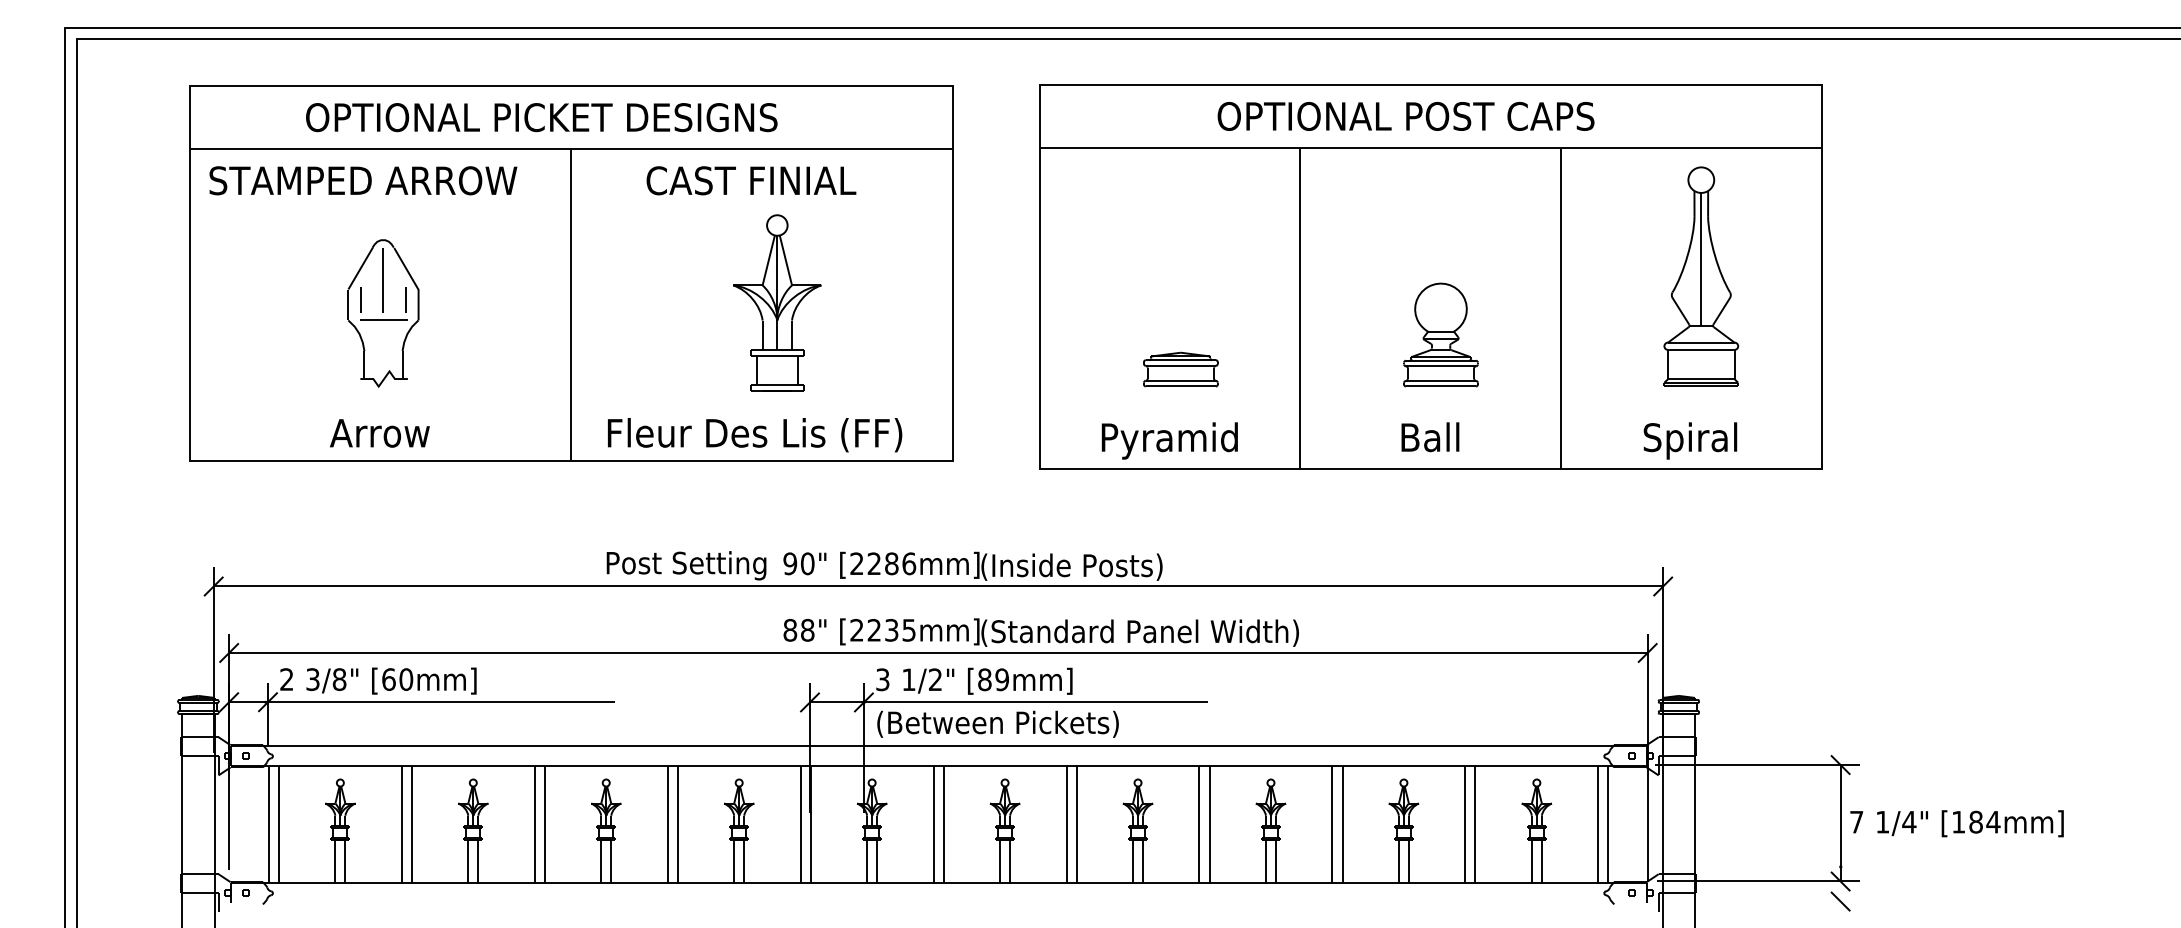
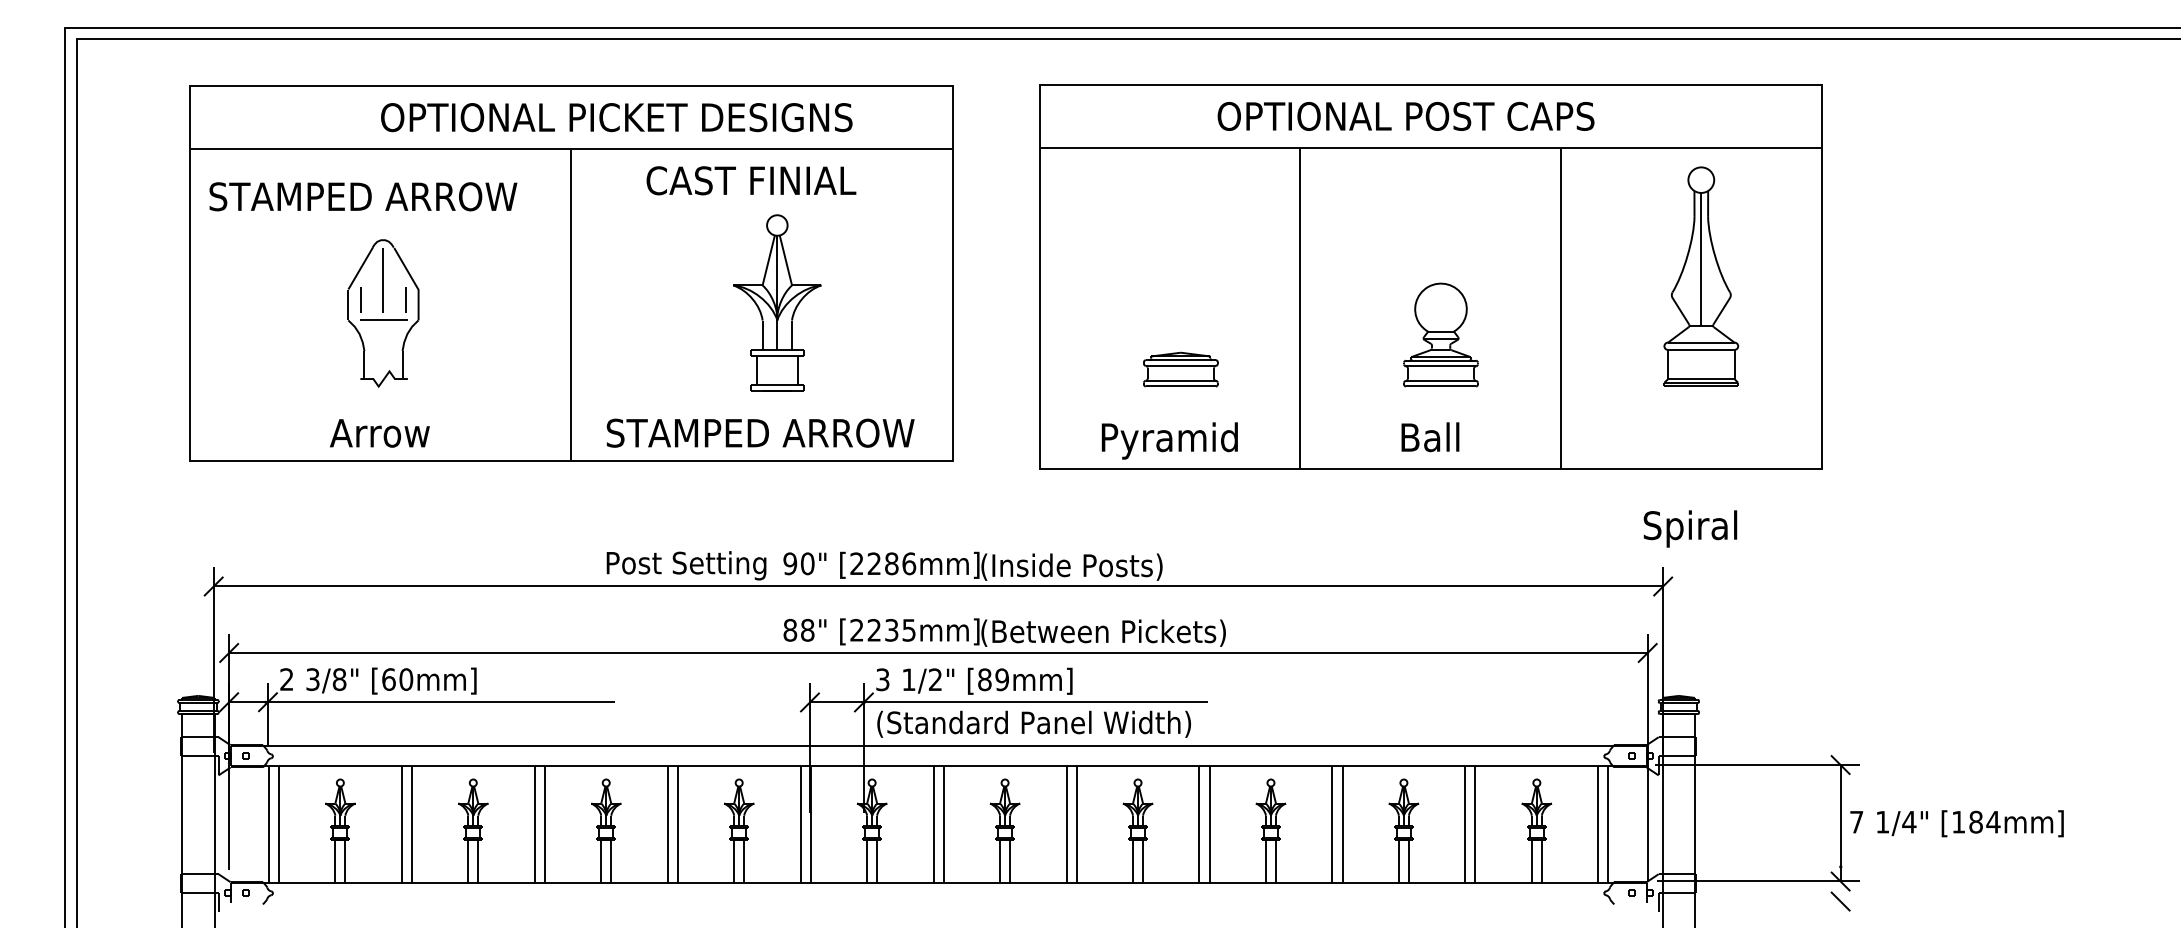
text at (541, 117) position: (541, 117) -> (616, 117)
text at (363, 180) position: (363, 180) -> (363, 196)
text at (760, 435): Fleur Des Lis (FF) -> STAMPED ARROW
text at (1690, 440) position: (1690, 440) -> (1690, 528)
text at (1144, 632): (Standard Panel Width) -> (Between Pickets)
text at (1039, 723): (Between Pickets) -> (Standard Panel Width)
